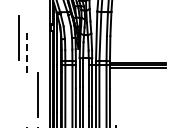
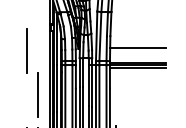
line at (18, 37): present -> none
line at (137, 48): none -> present
line at (26, 50): dashed -> solid
